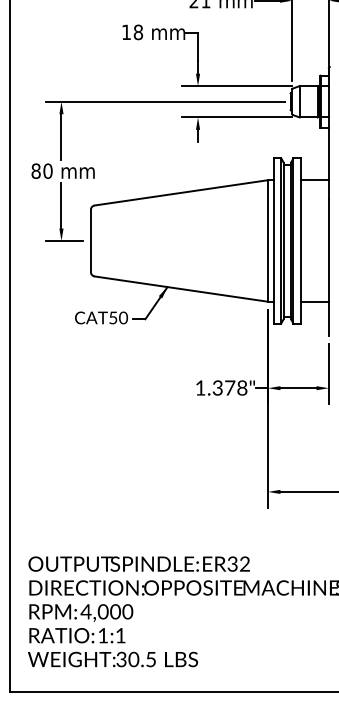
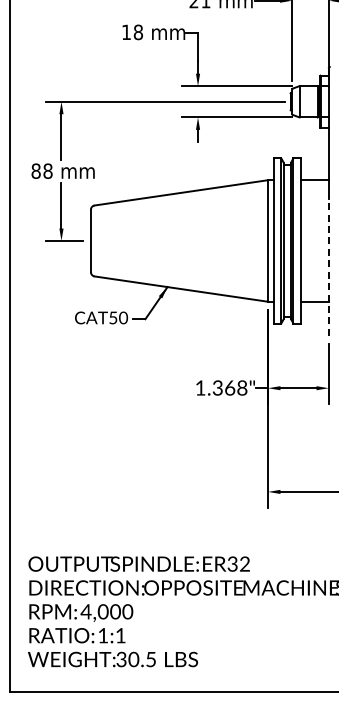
text at (47, 170): 80 -> 88
line at (328, 267): solid -> dashed
text at (230, 387): 1.378" -> 1.368"
